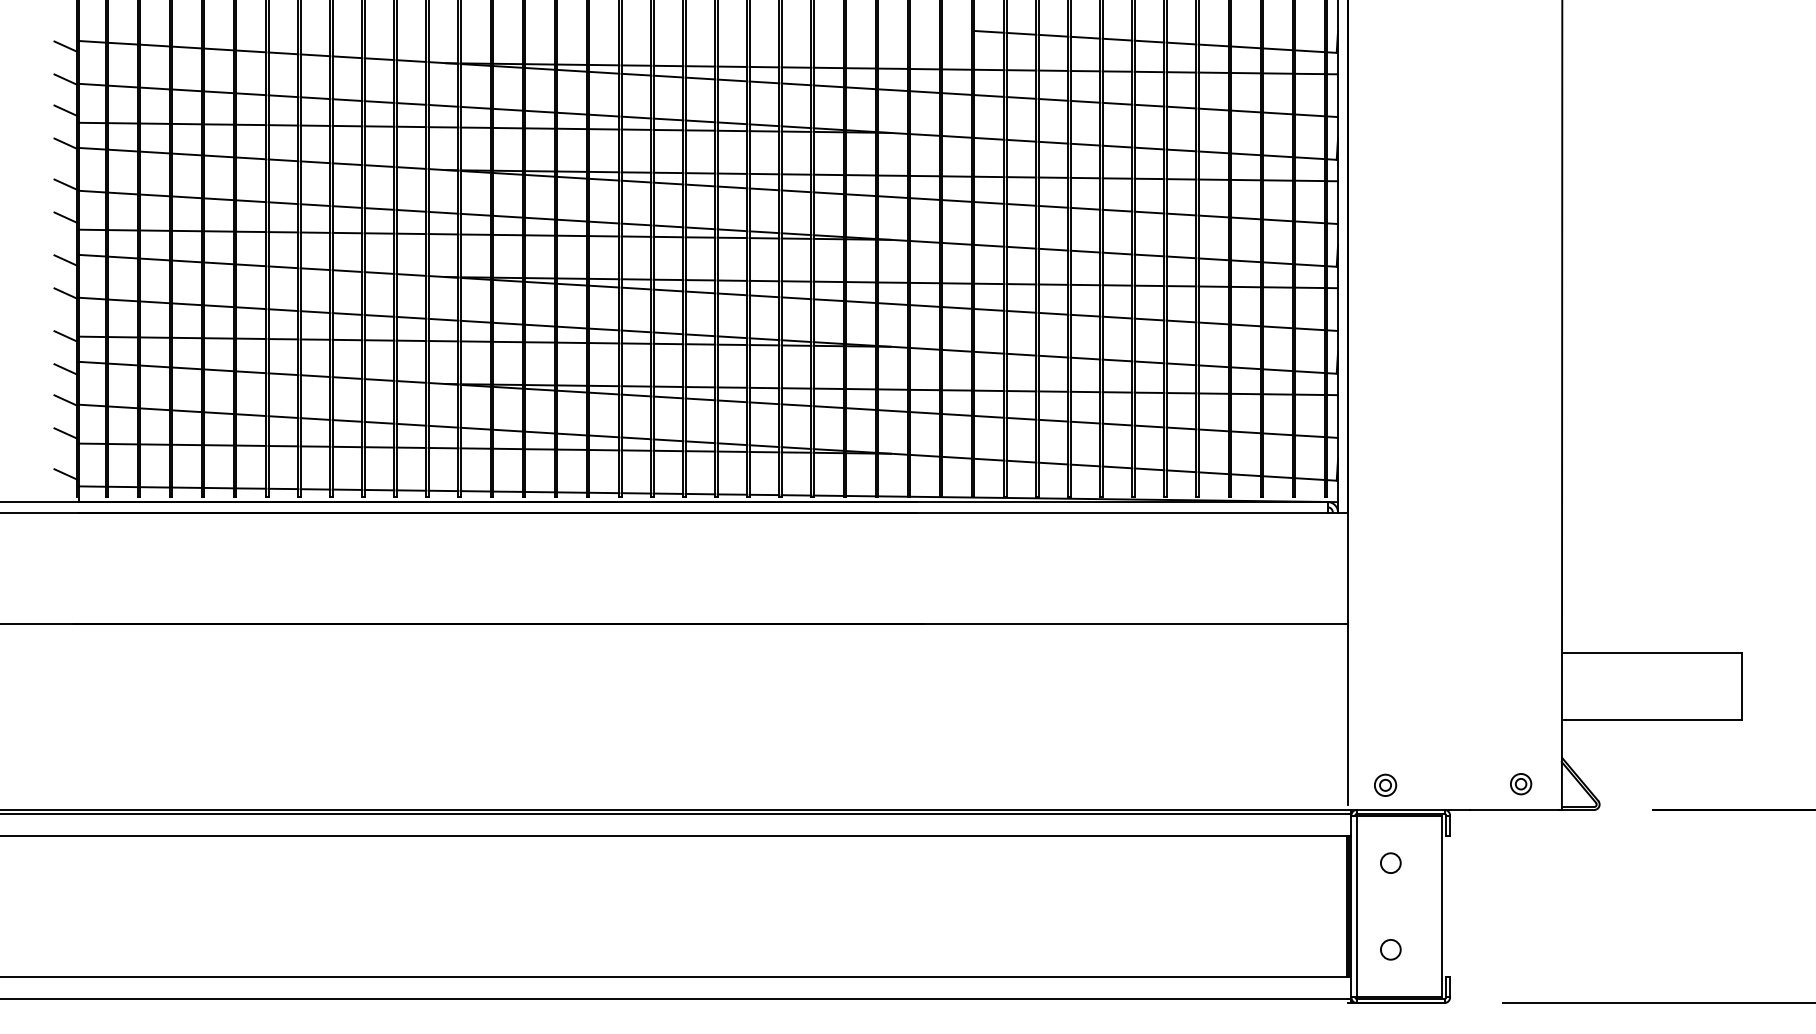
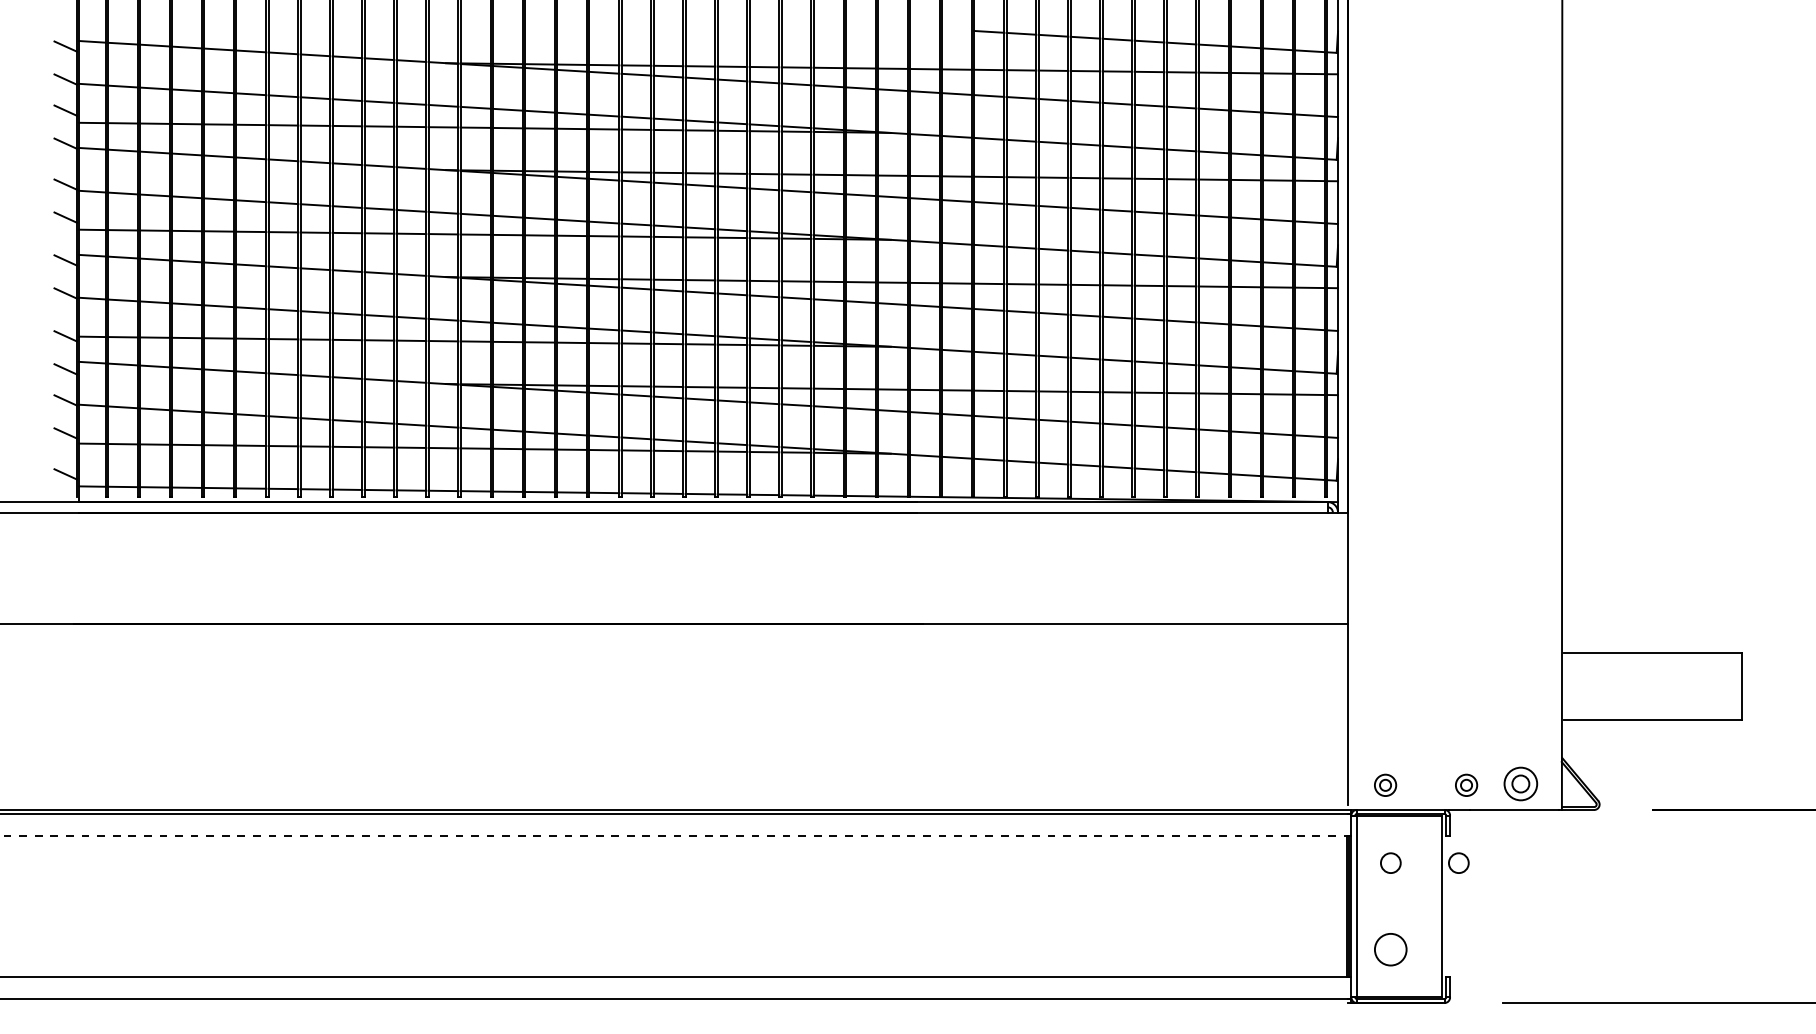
part at (1466, 784): none -> present
part at (1521, 784) size: 23x23 px -> 36x36 px
line at (675, 836): solid -> dashed
circle at (1458, 862): none -> present
circle at (1390, 949) size: 22x22 px -> 34x34 px
